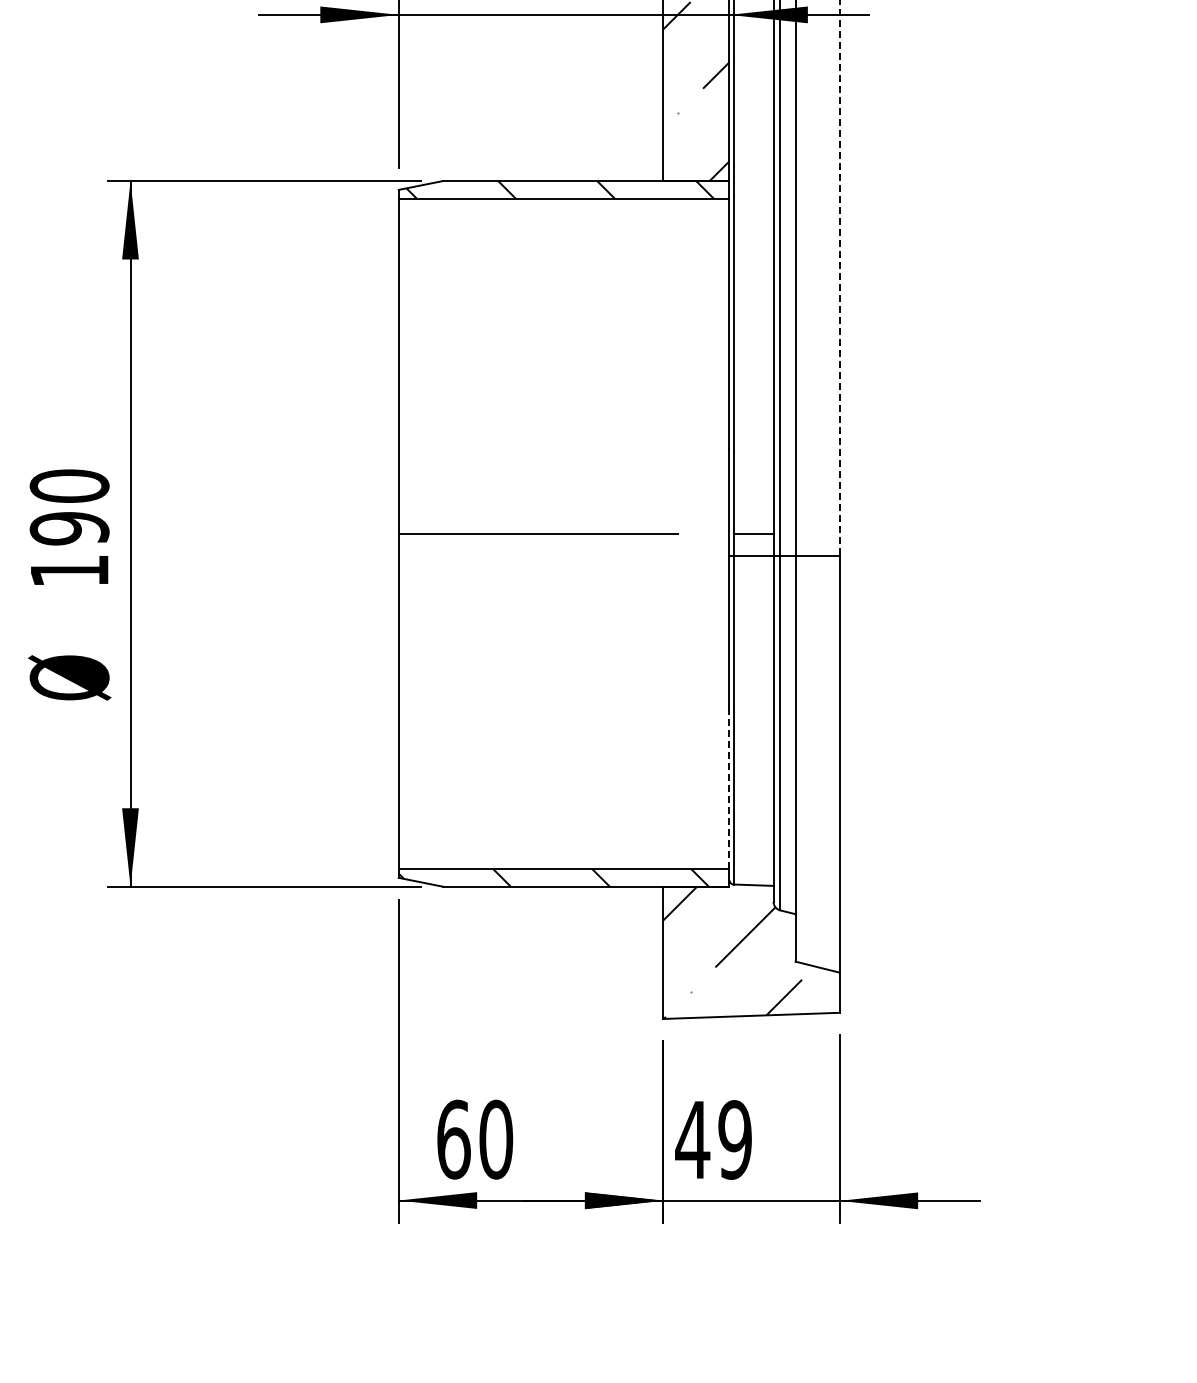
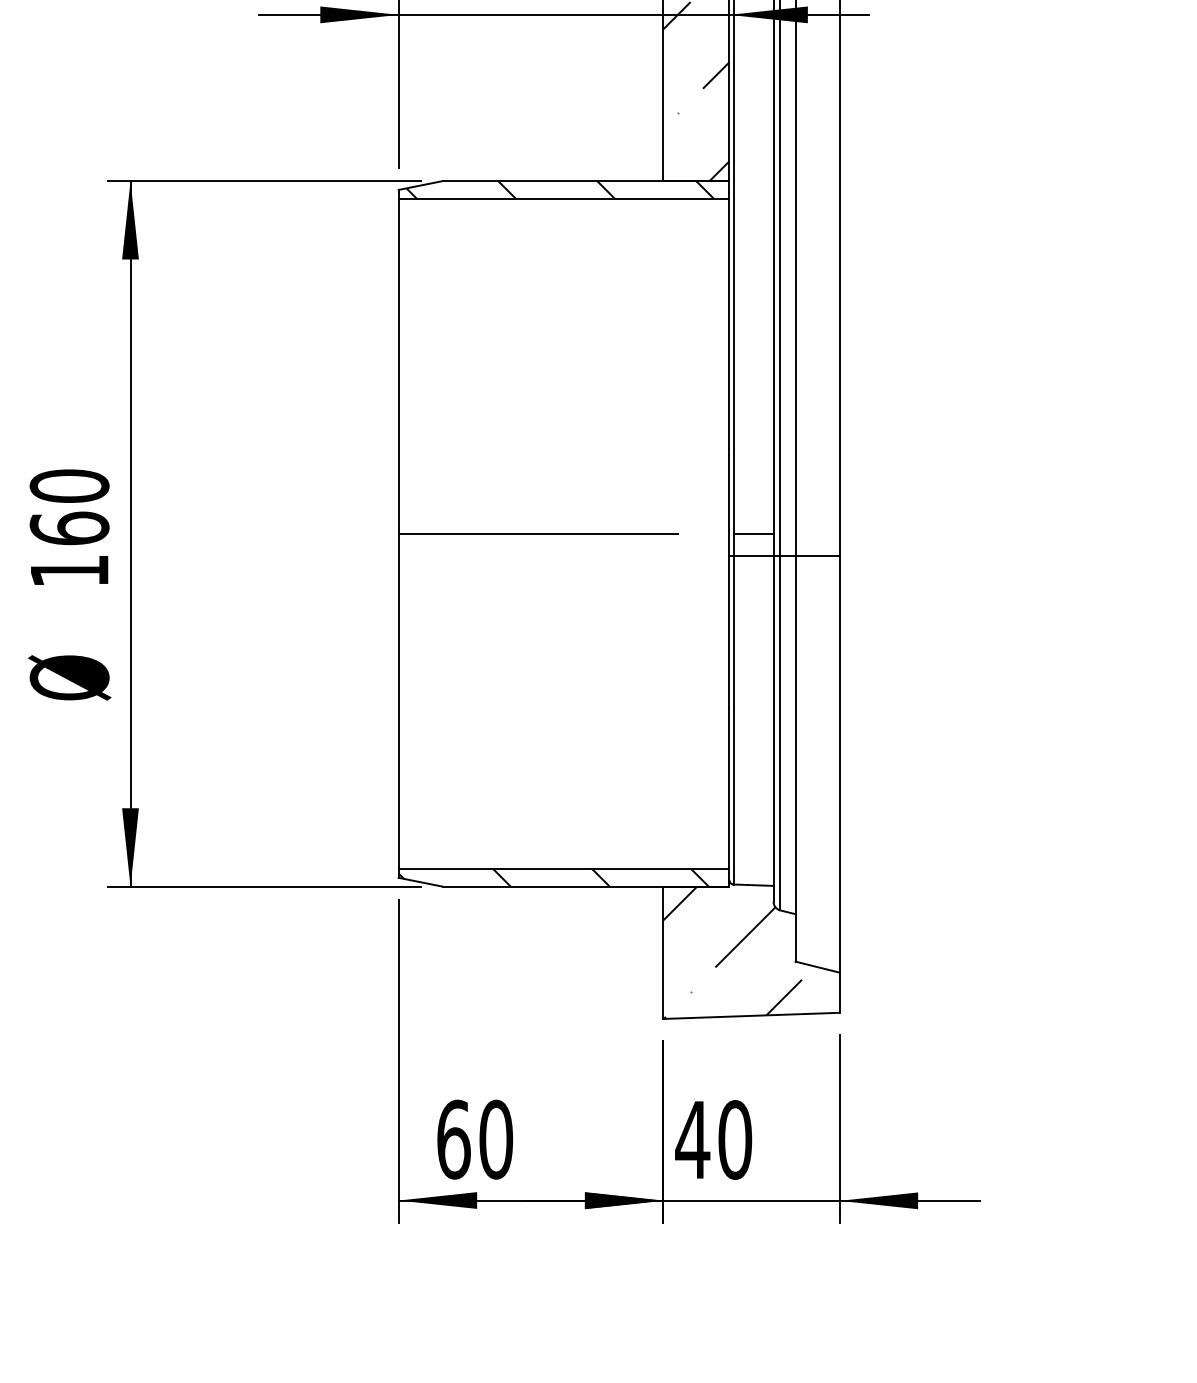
line at (839, 278): dashed -> solid
text at (69, 528): 190 -> 160
line at (729, 789): dashed -> solid
text at (735, 1139): 49 -> 40
